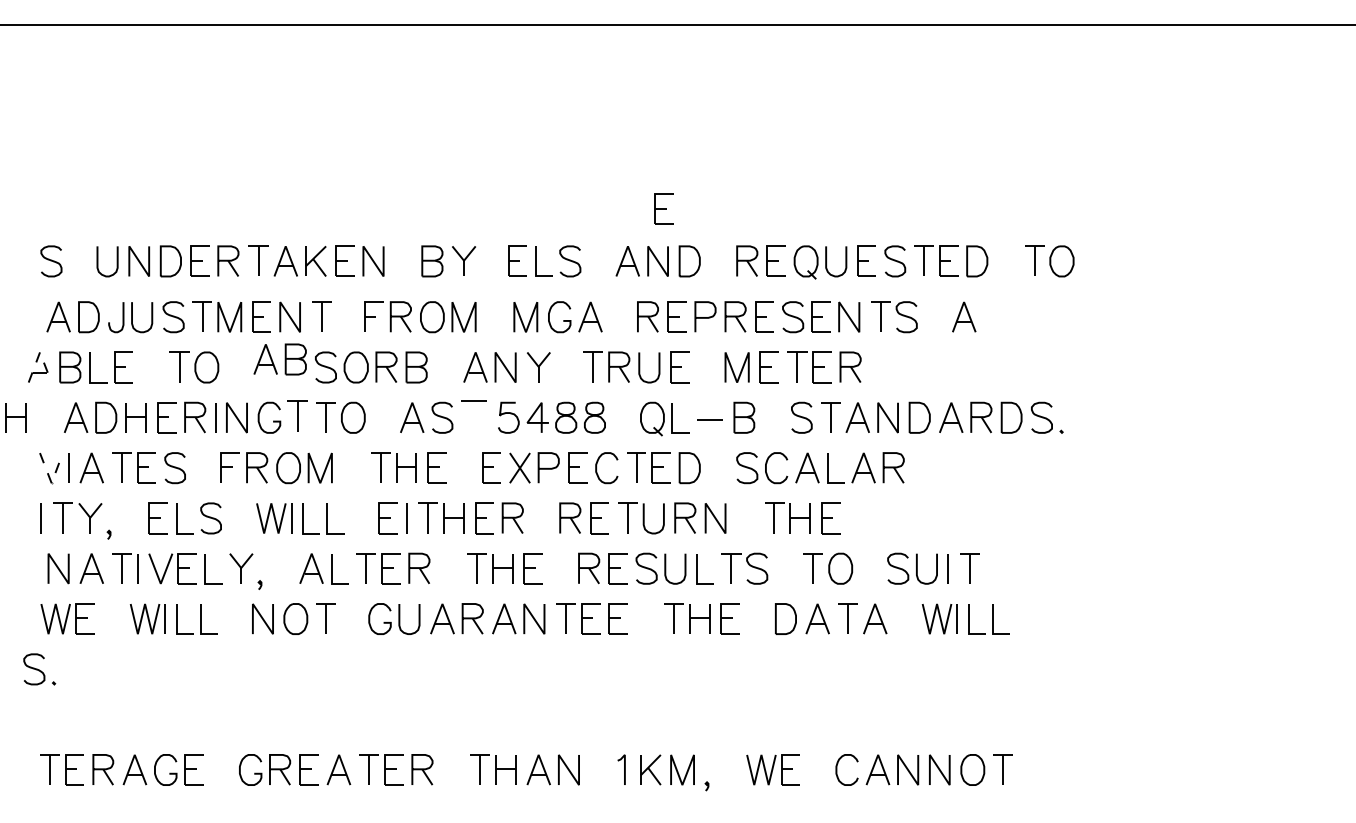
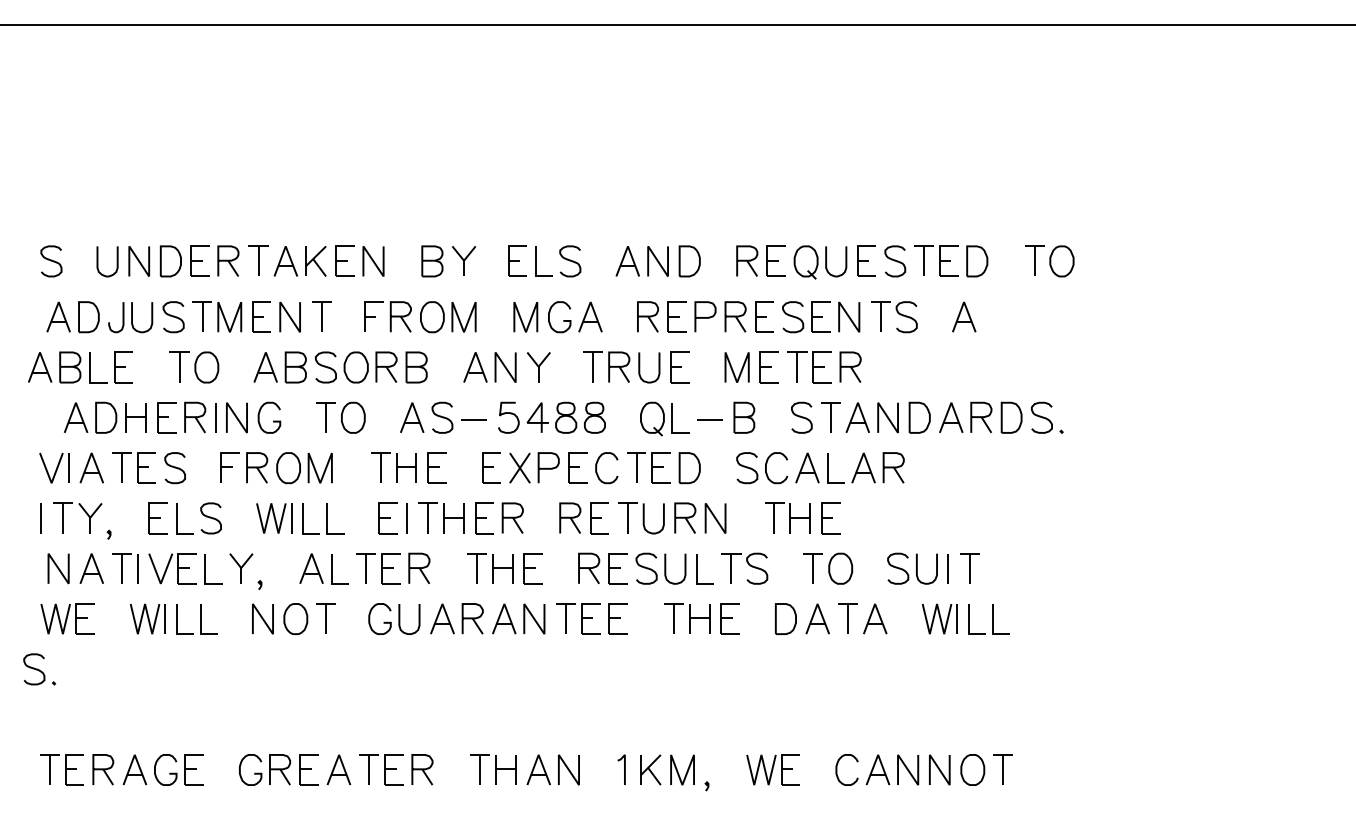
part at (663, 208): present -> none
line at (39, 352): dashed -> solid
part at (279, 359) position: (279, 359) -> (279, 367)
line at (473, 400) position: (473, 400) -> (473, 419)
part at (297, 415): present -> none
part at (15, 417): present -> none
line at (51, 483): dashed -> solid
